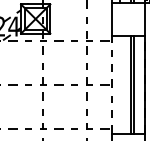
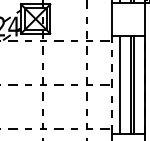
line at (119, 84): none -> present
